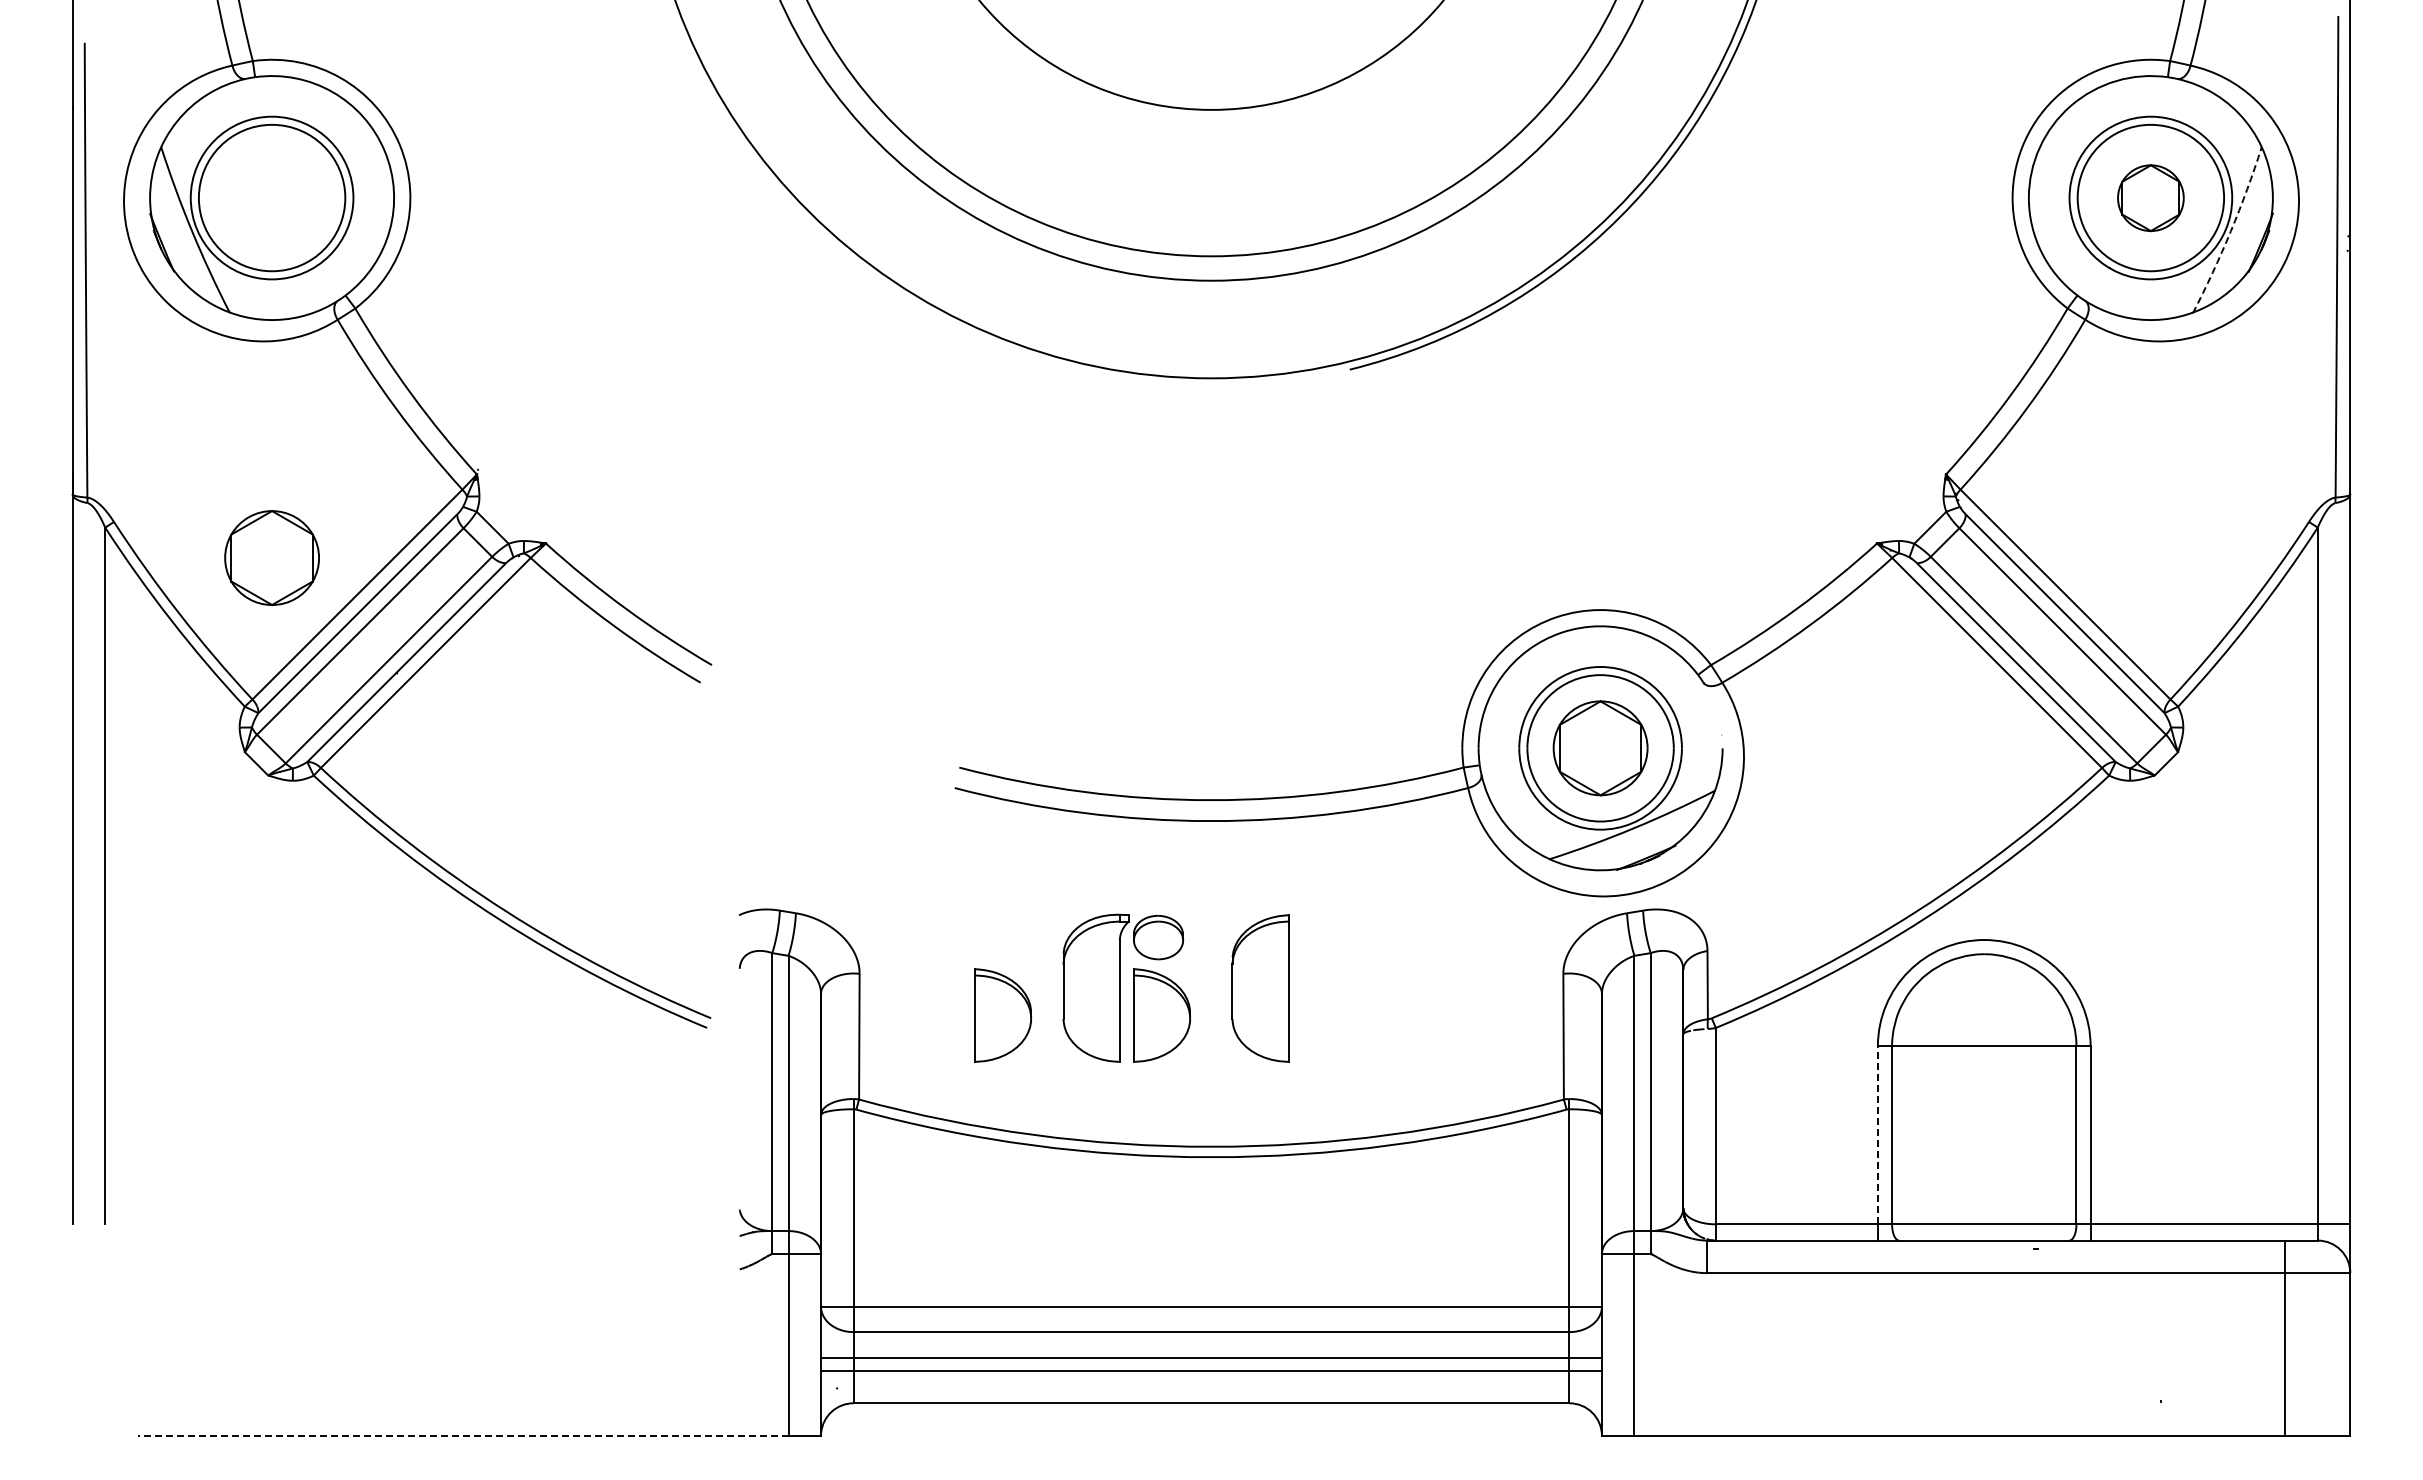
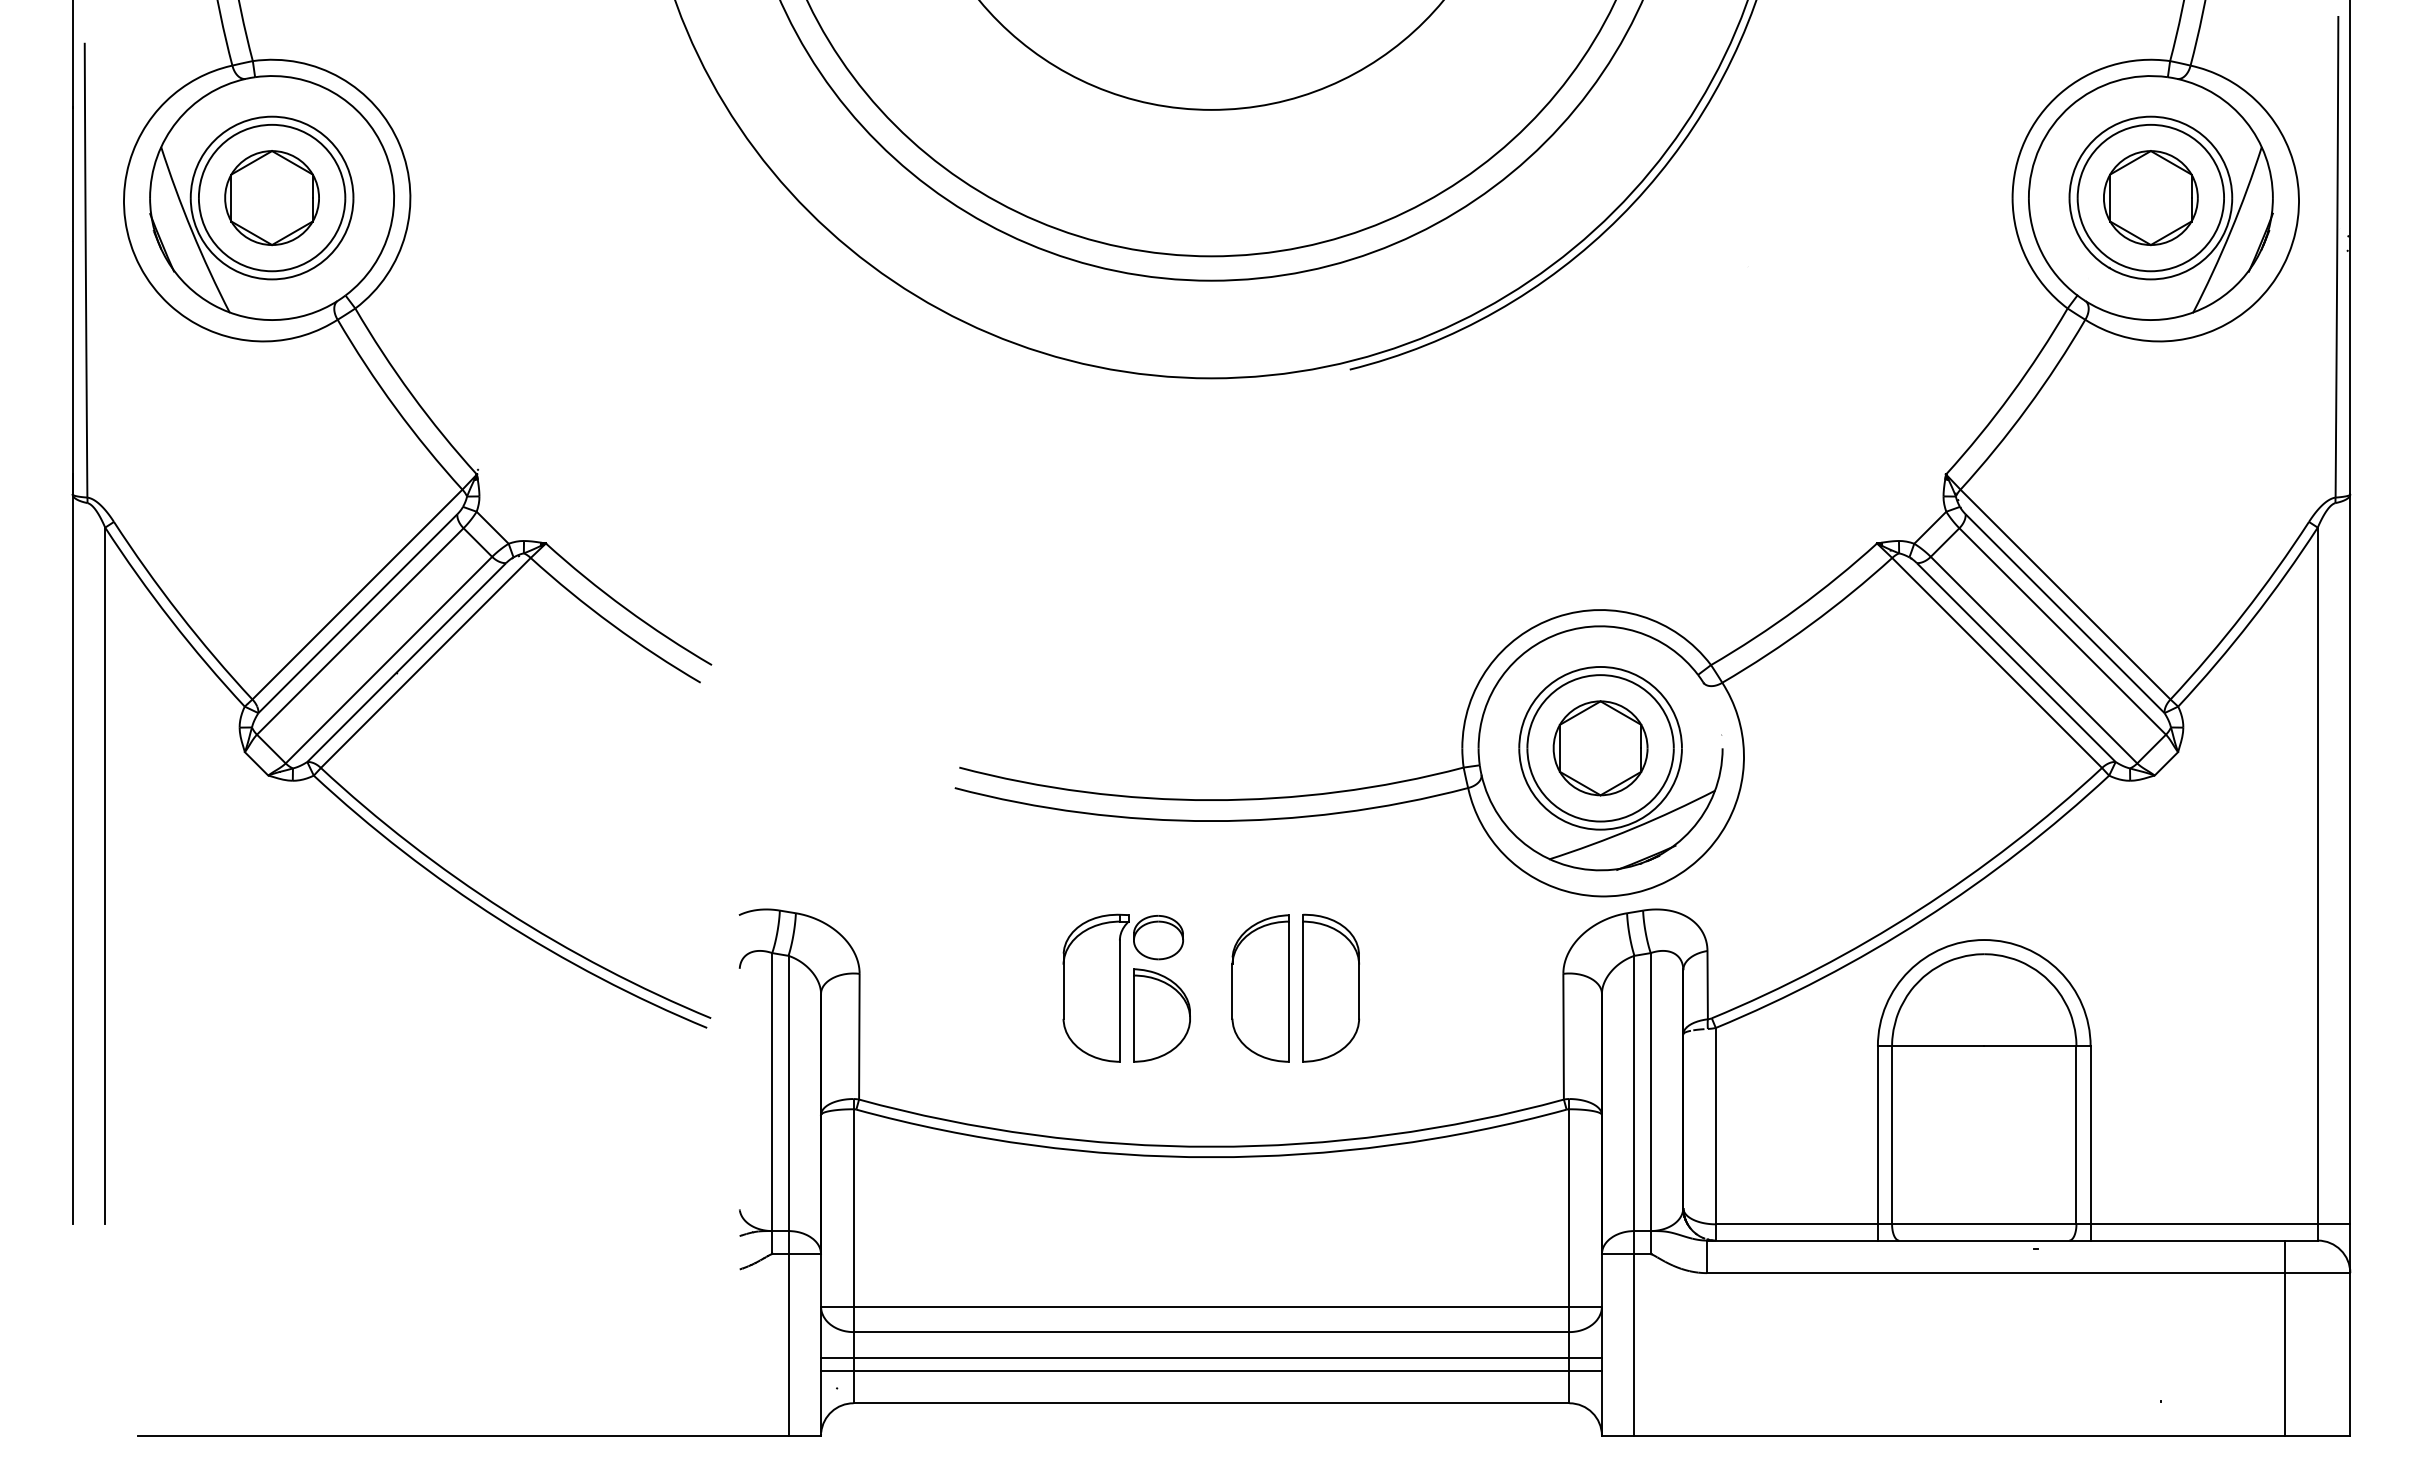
part at (2150, 198) size: 68x69 px -> 96x97 px
arc at (2230, 231): dashed -> solid
part at (271, 558) position: (271, 558) -> (271, 198)
part at (1330, 987): none -> present
part at (1002, 1015): present -> none
line at (1877, 1135): dashed -> solid
line at (462, 1435): dashed -> solid
